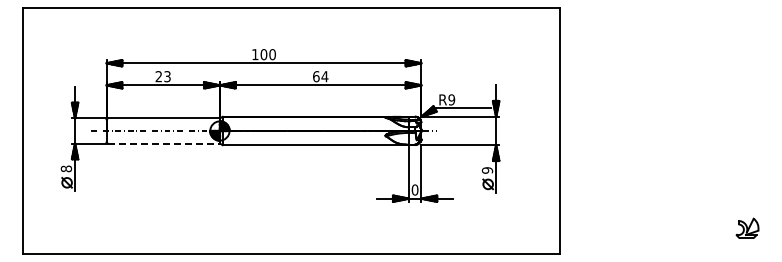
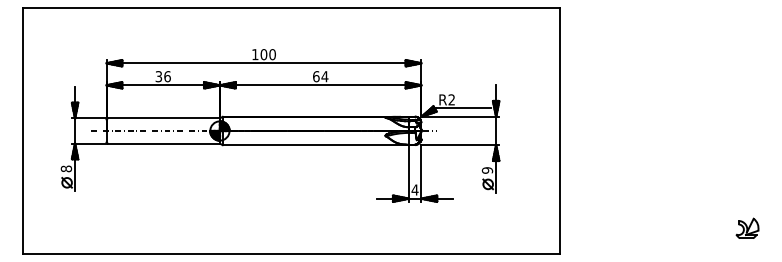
text at (162, 76): 23 -> 36
text at (451, 99): R9 -> R2
line at (164, 143): dashed -> solid
text at (414, 189): 0 -> 4
